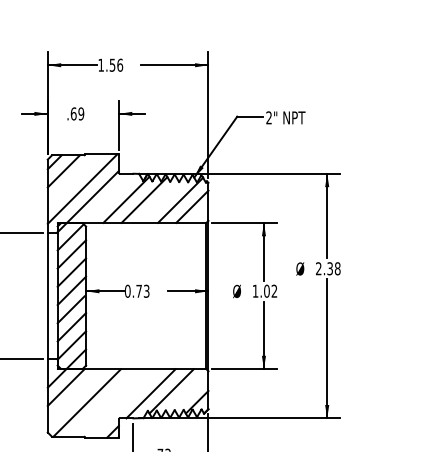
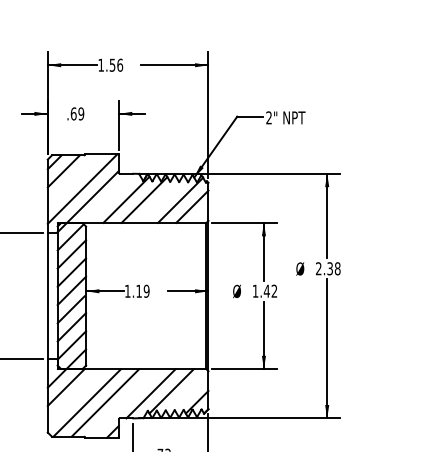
text at (136, 290): 0.73 -> 1.19
text at (266, 290): 1.02 -> 1.42
line at (105, 402): none -> present
